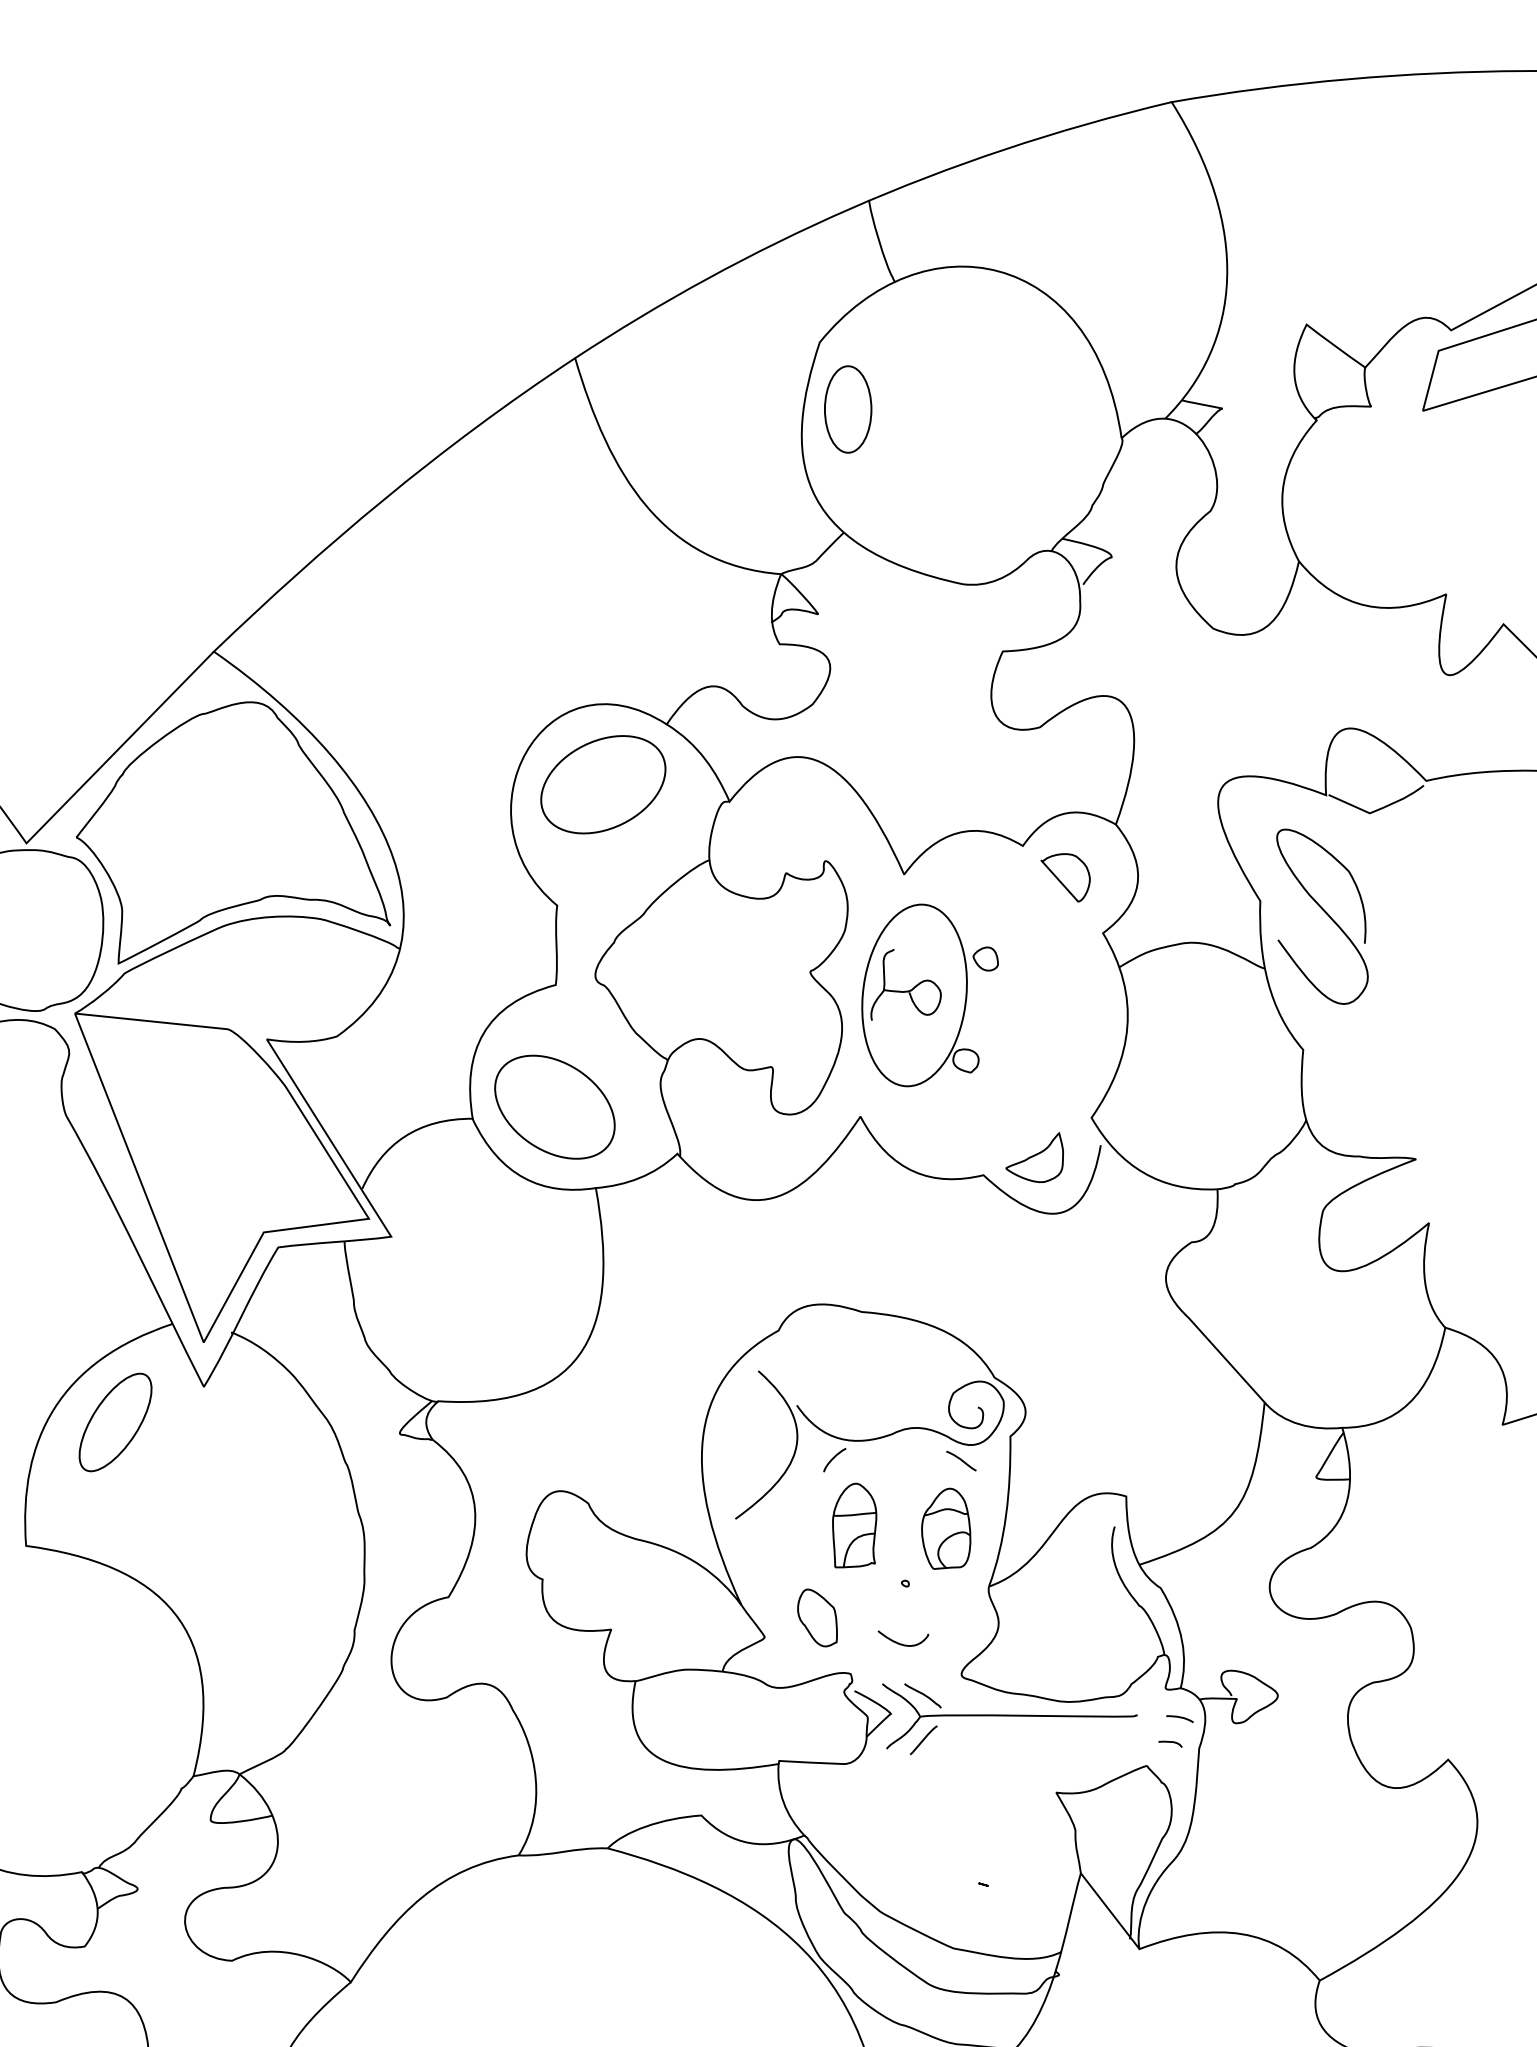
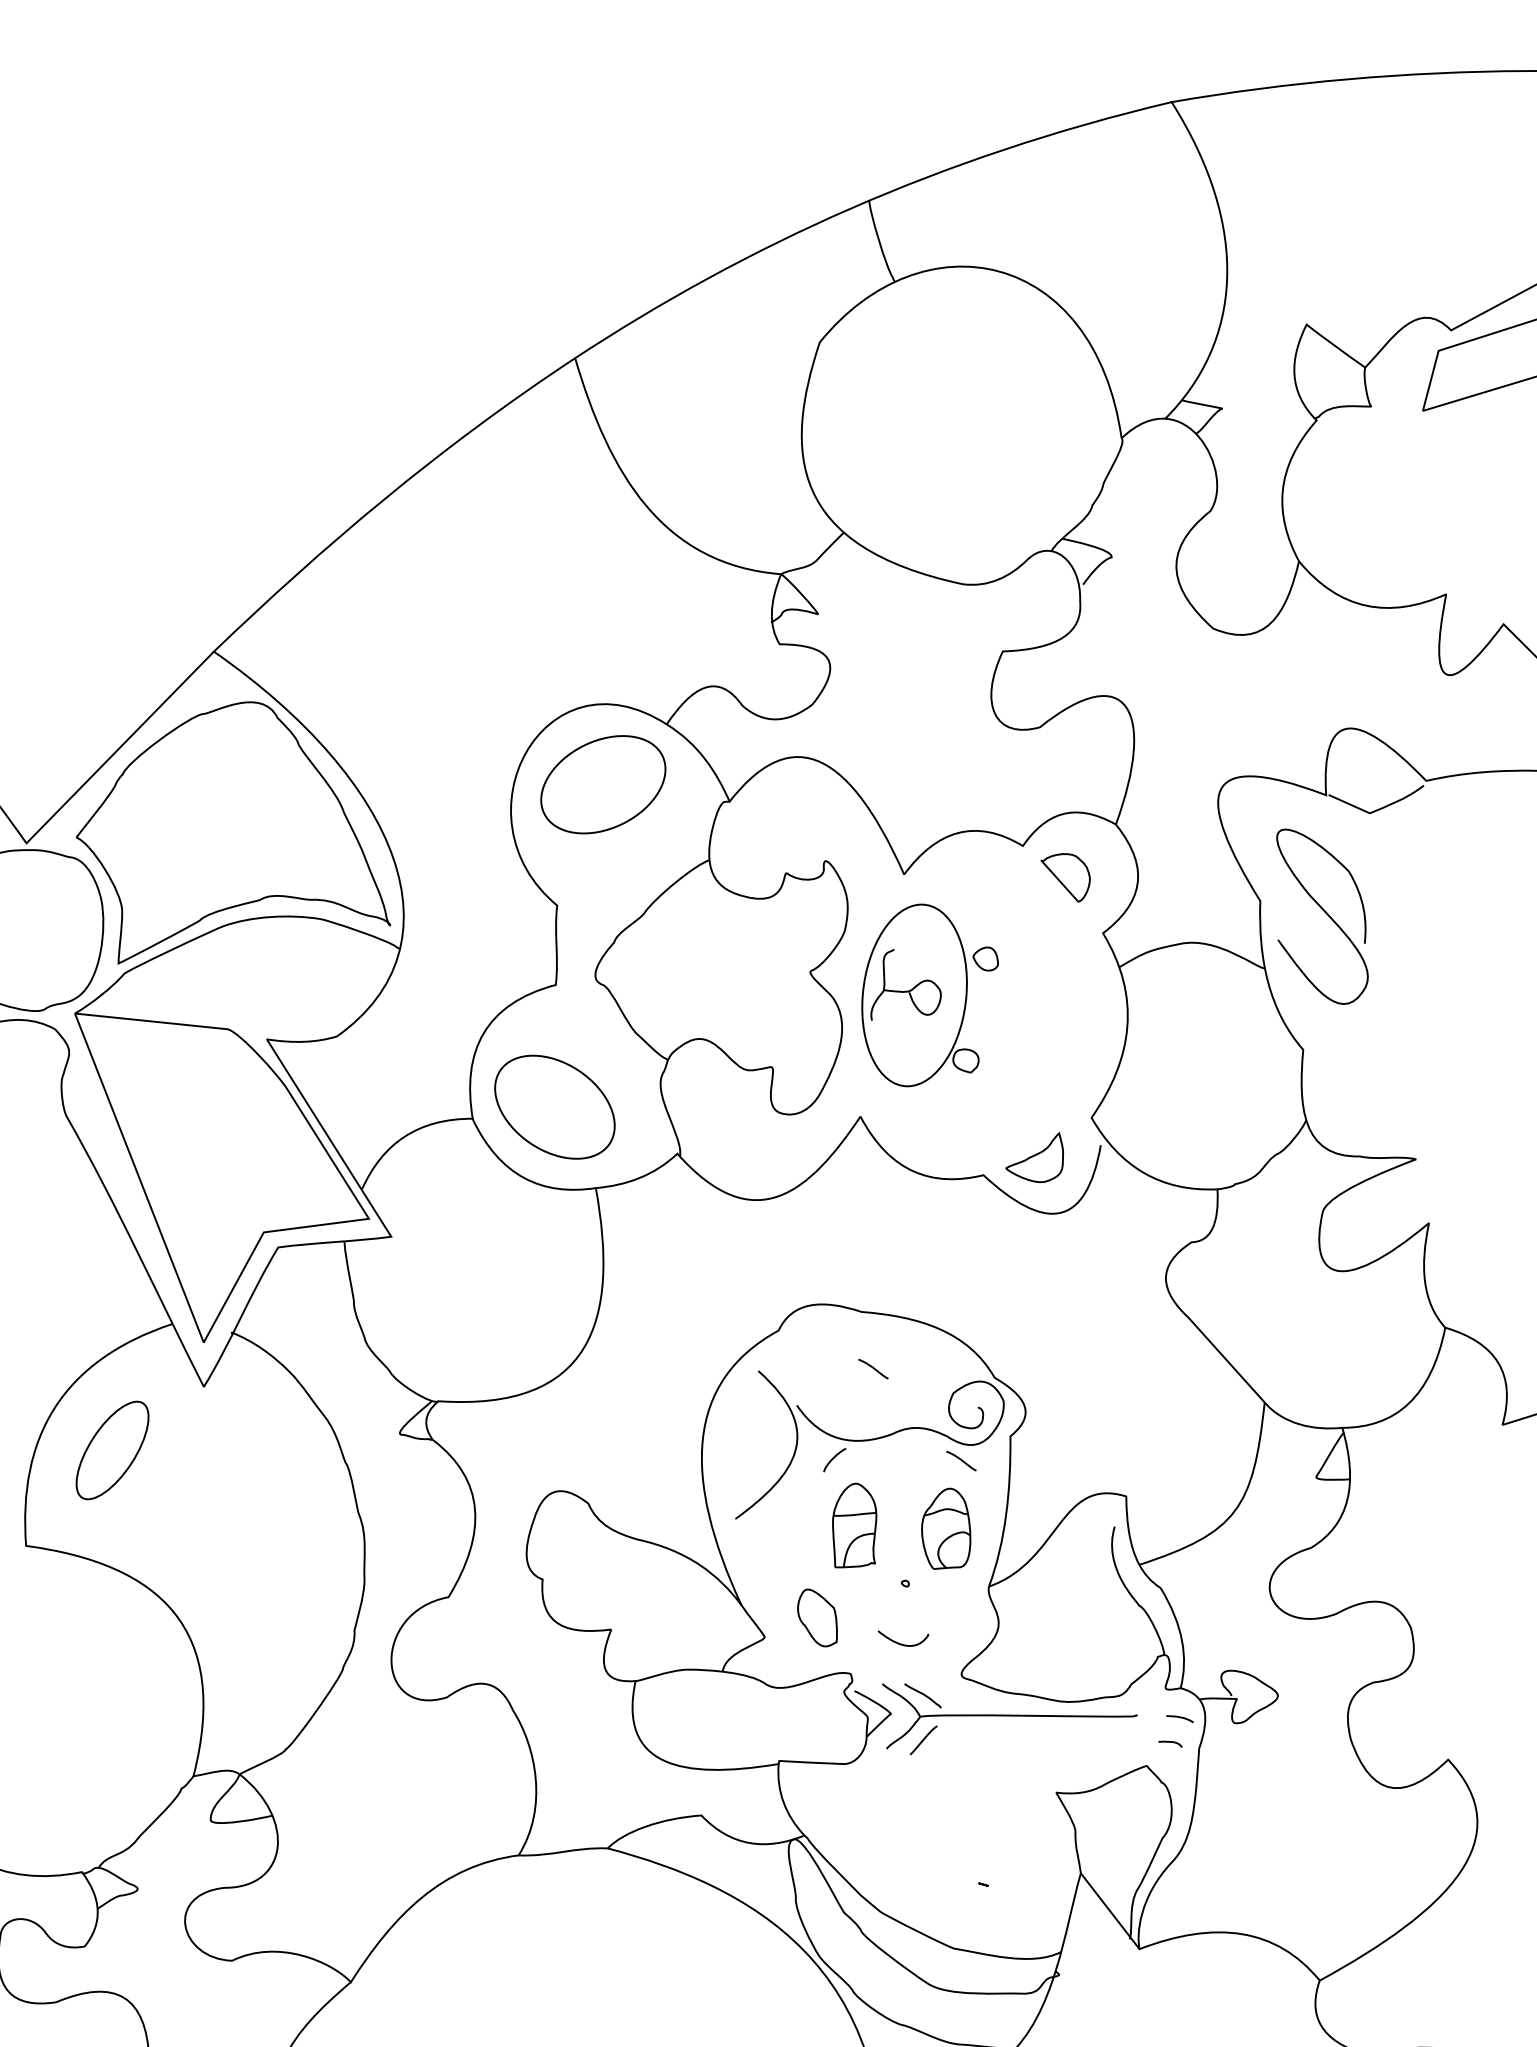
part at (848, 409): present -> none
curve at (873, 1369): none -> present
part at (115, 1422) position: (115, 1422) -> (112, 1450)
